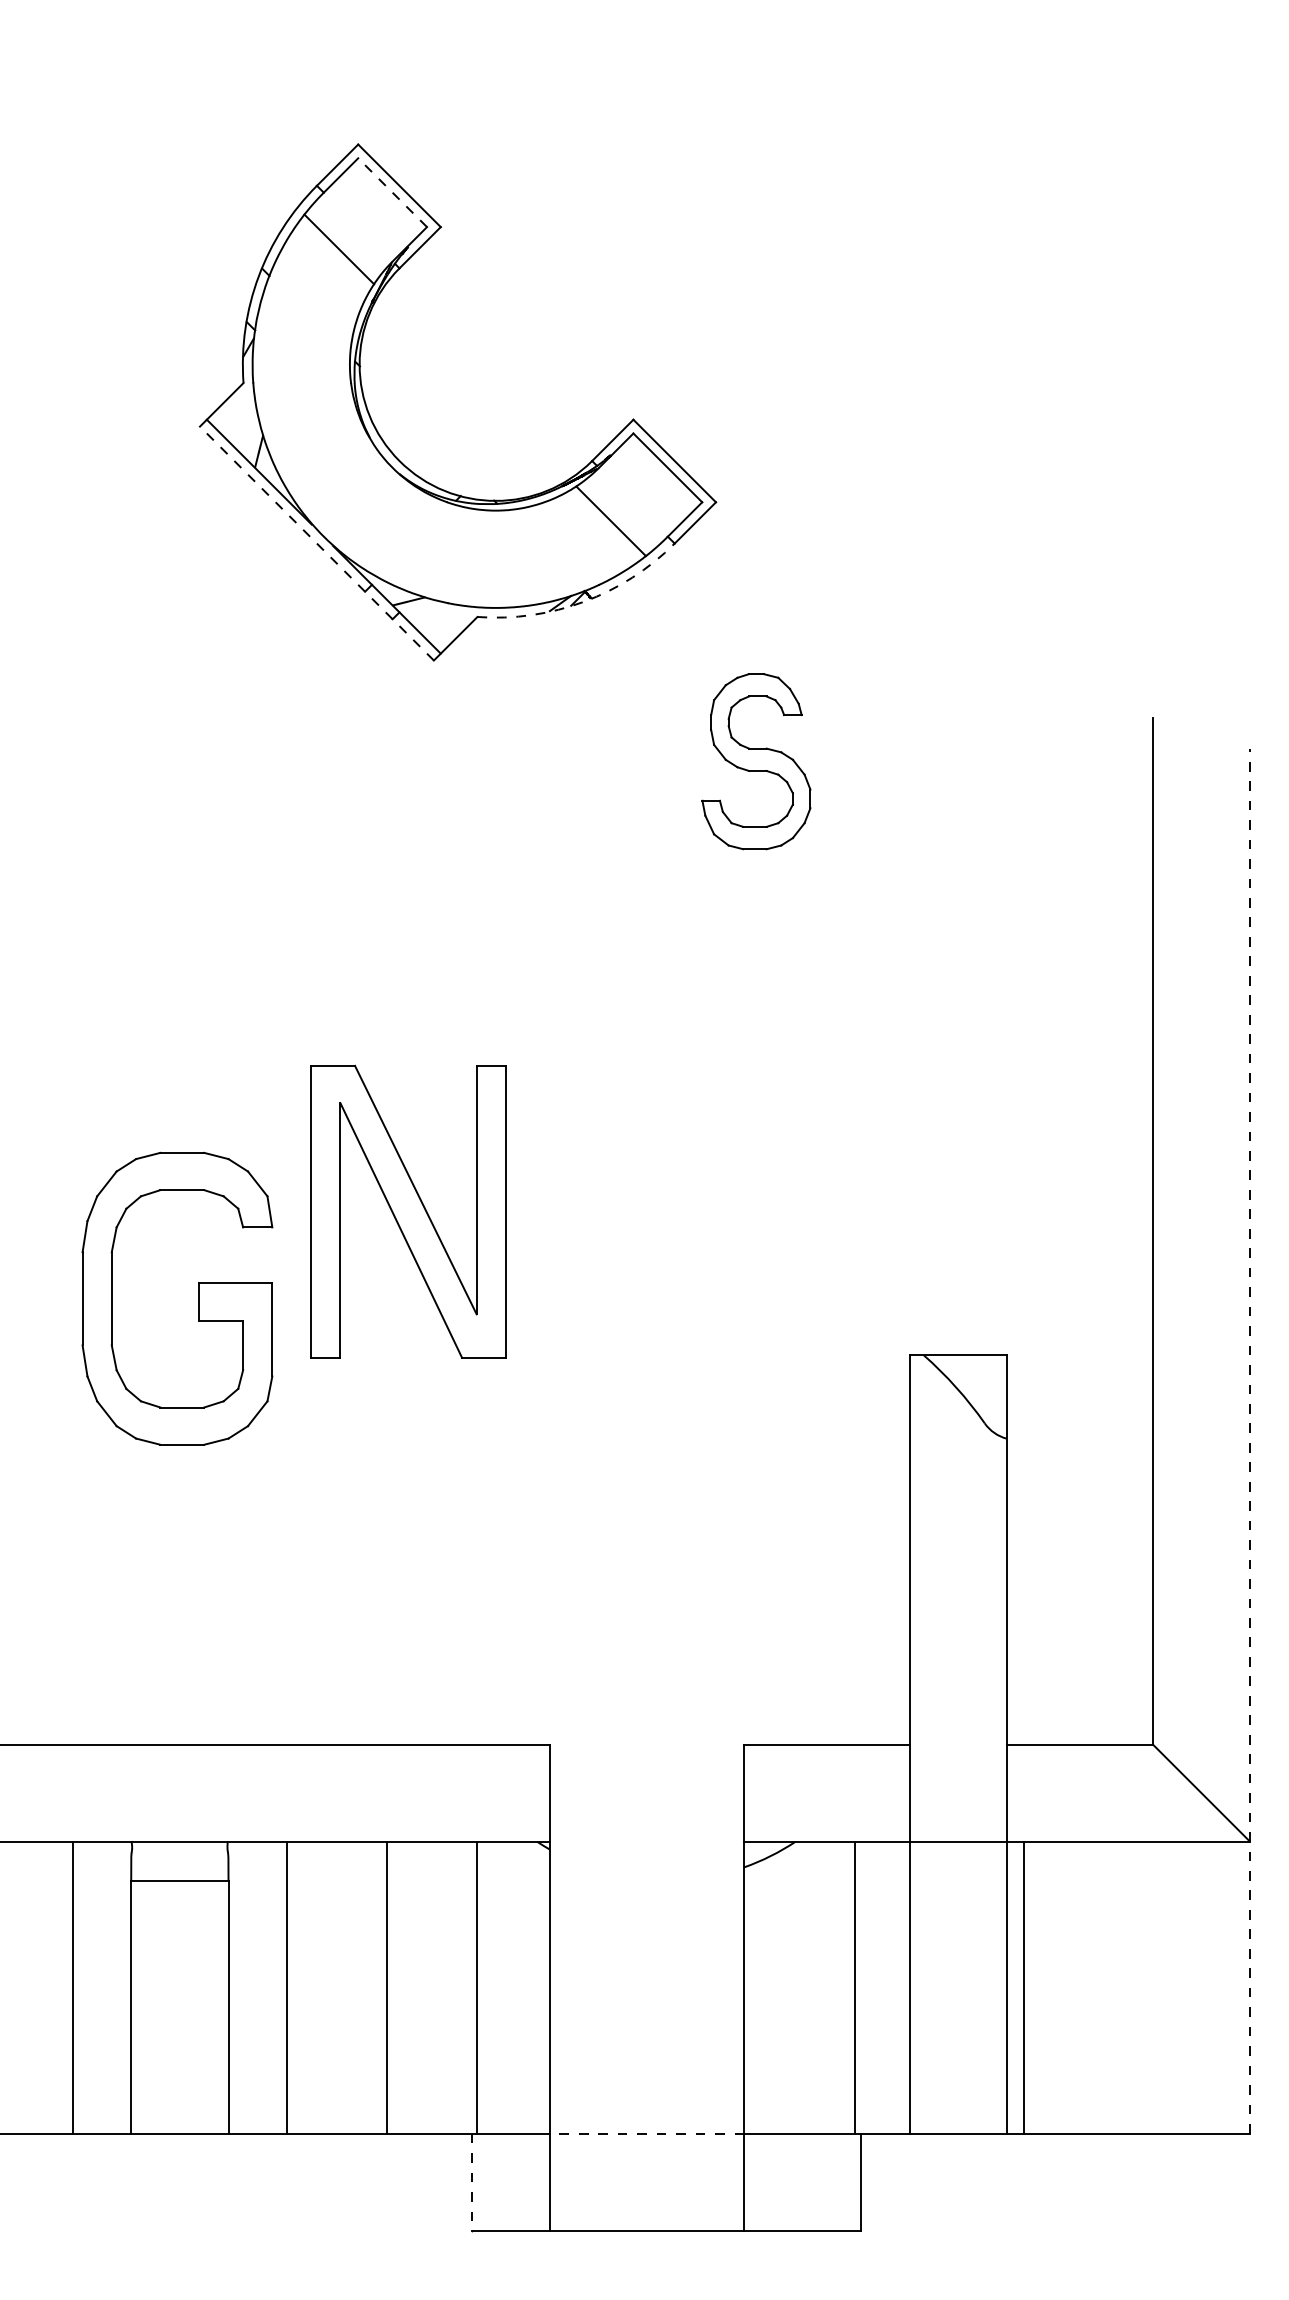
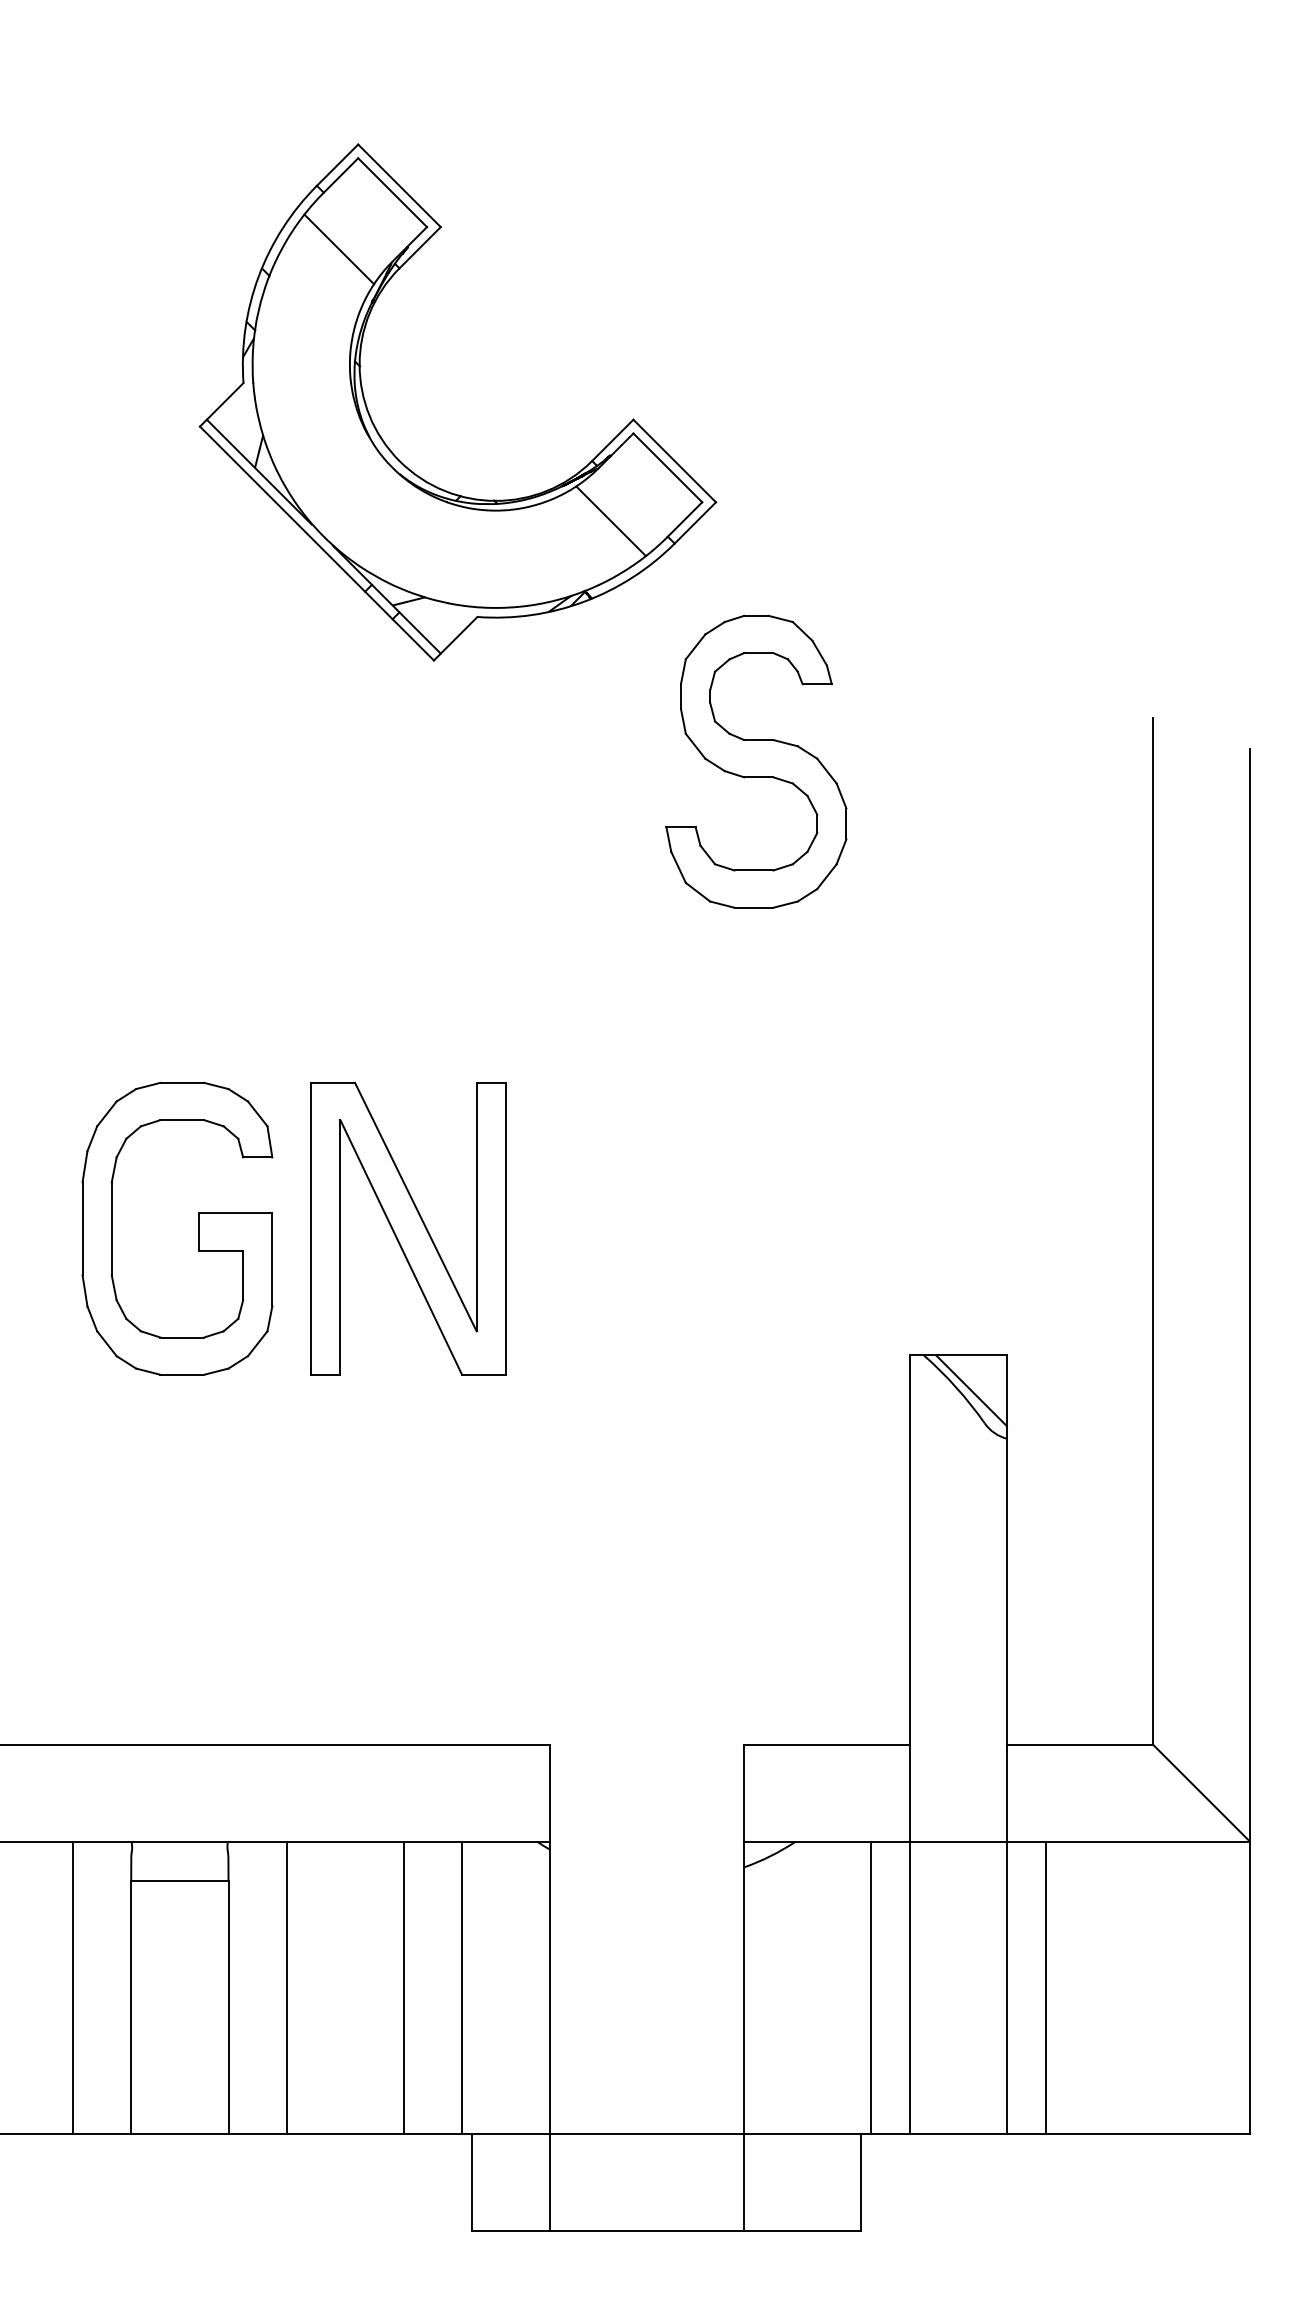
line at (392, 192): dashed -> solid
line at (316, 543): dashed -> solid
arc at (584, 601): dashed -> solid
part at (756, 761) size: 111x178 px -> 183x295 px
part at (408, 1211) position: (408, 1211) -> (408, 1228)
part at (198, 1298) position: (198, 1298) -> (198, 1228)
line at (971, 1390): none -> present
line at (1250, 1440): dashed -> solid
line at (386, 1987) position: (386, 1987) -> (403, 1987)
line at (477, 1987) position: (477, 1987) -> (462, 1987)
line at (854, 1987) position: (854, 1987) -> (870, 1987)
line at (1023, 1987) position: (1023, 1987) -> (1045, 1987)
line at (646, 2133): dashed -> solid
line at (471, 2182): dashed -> solid
